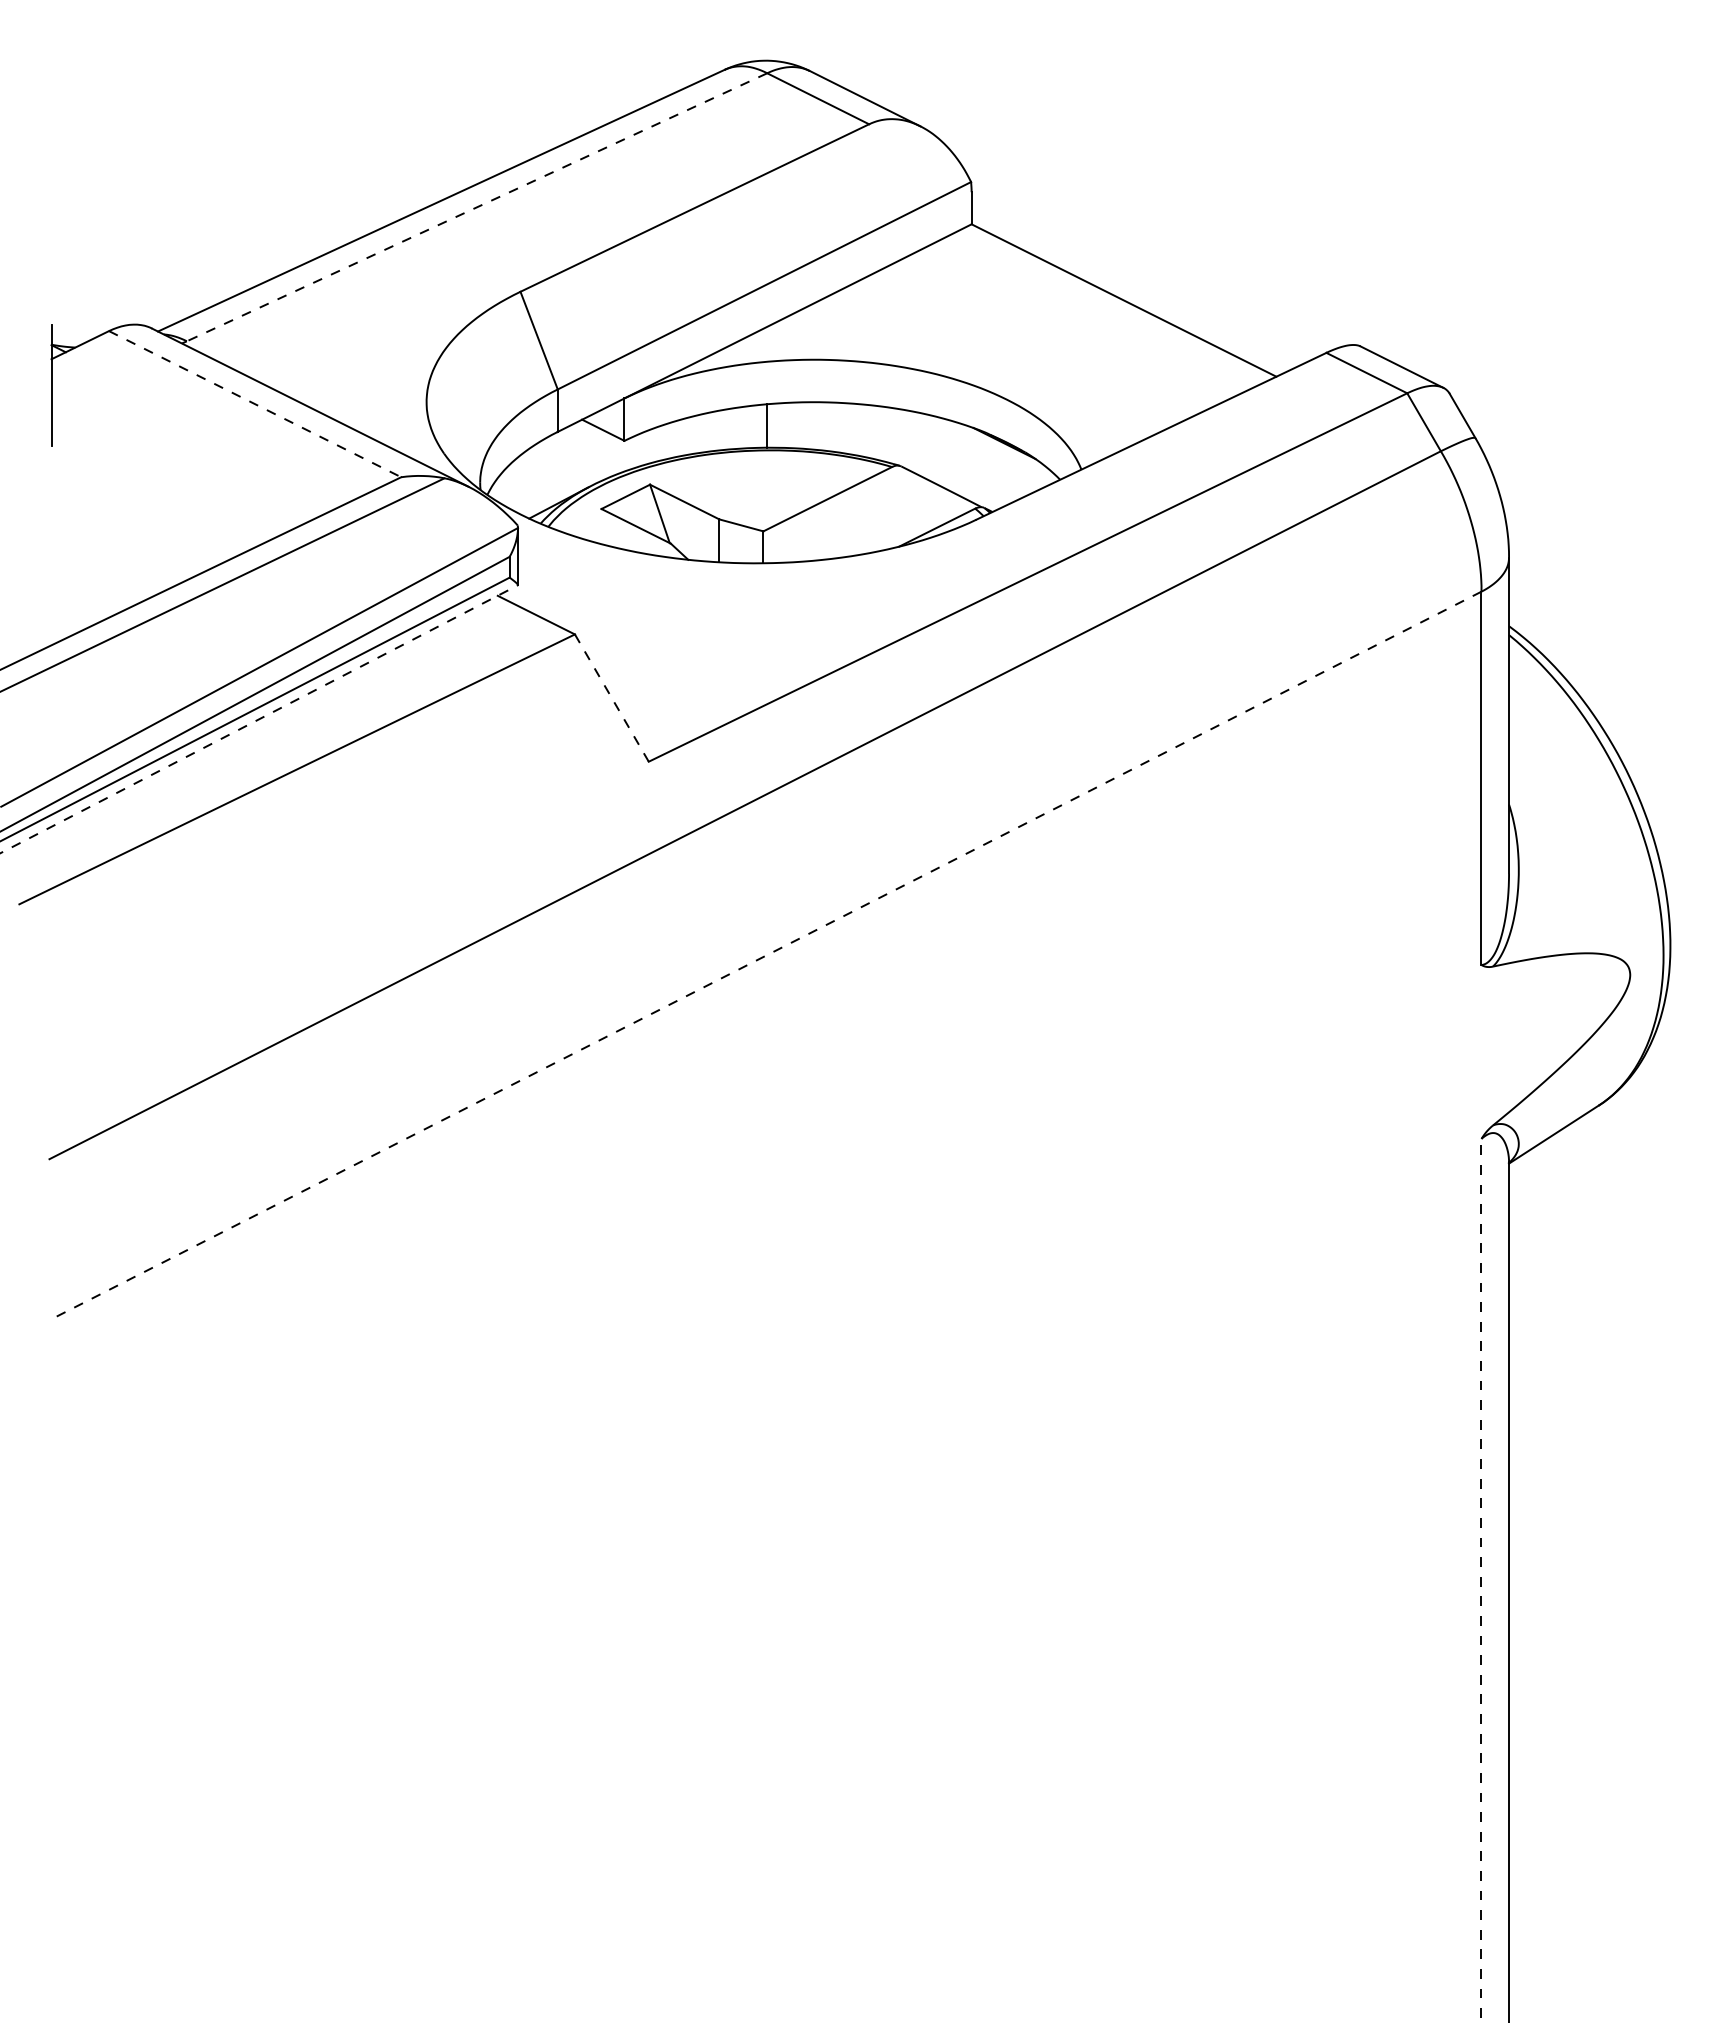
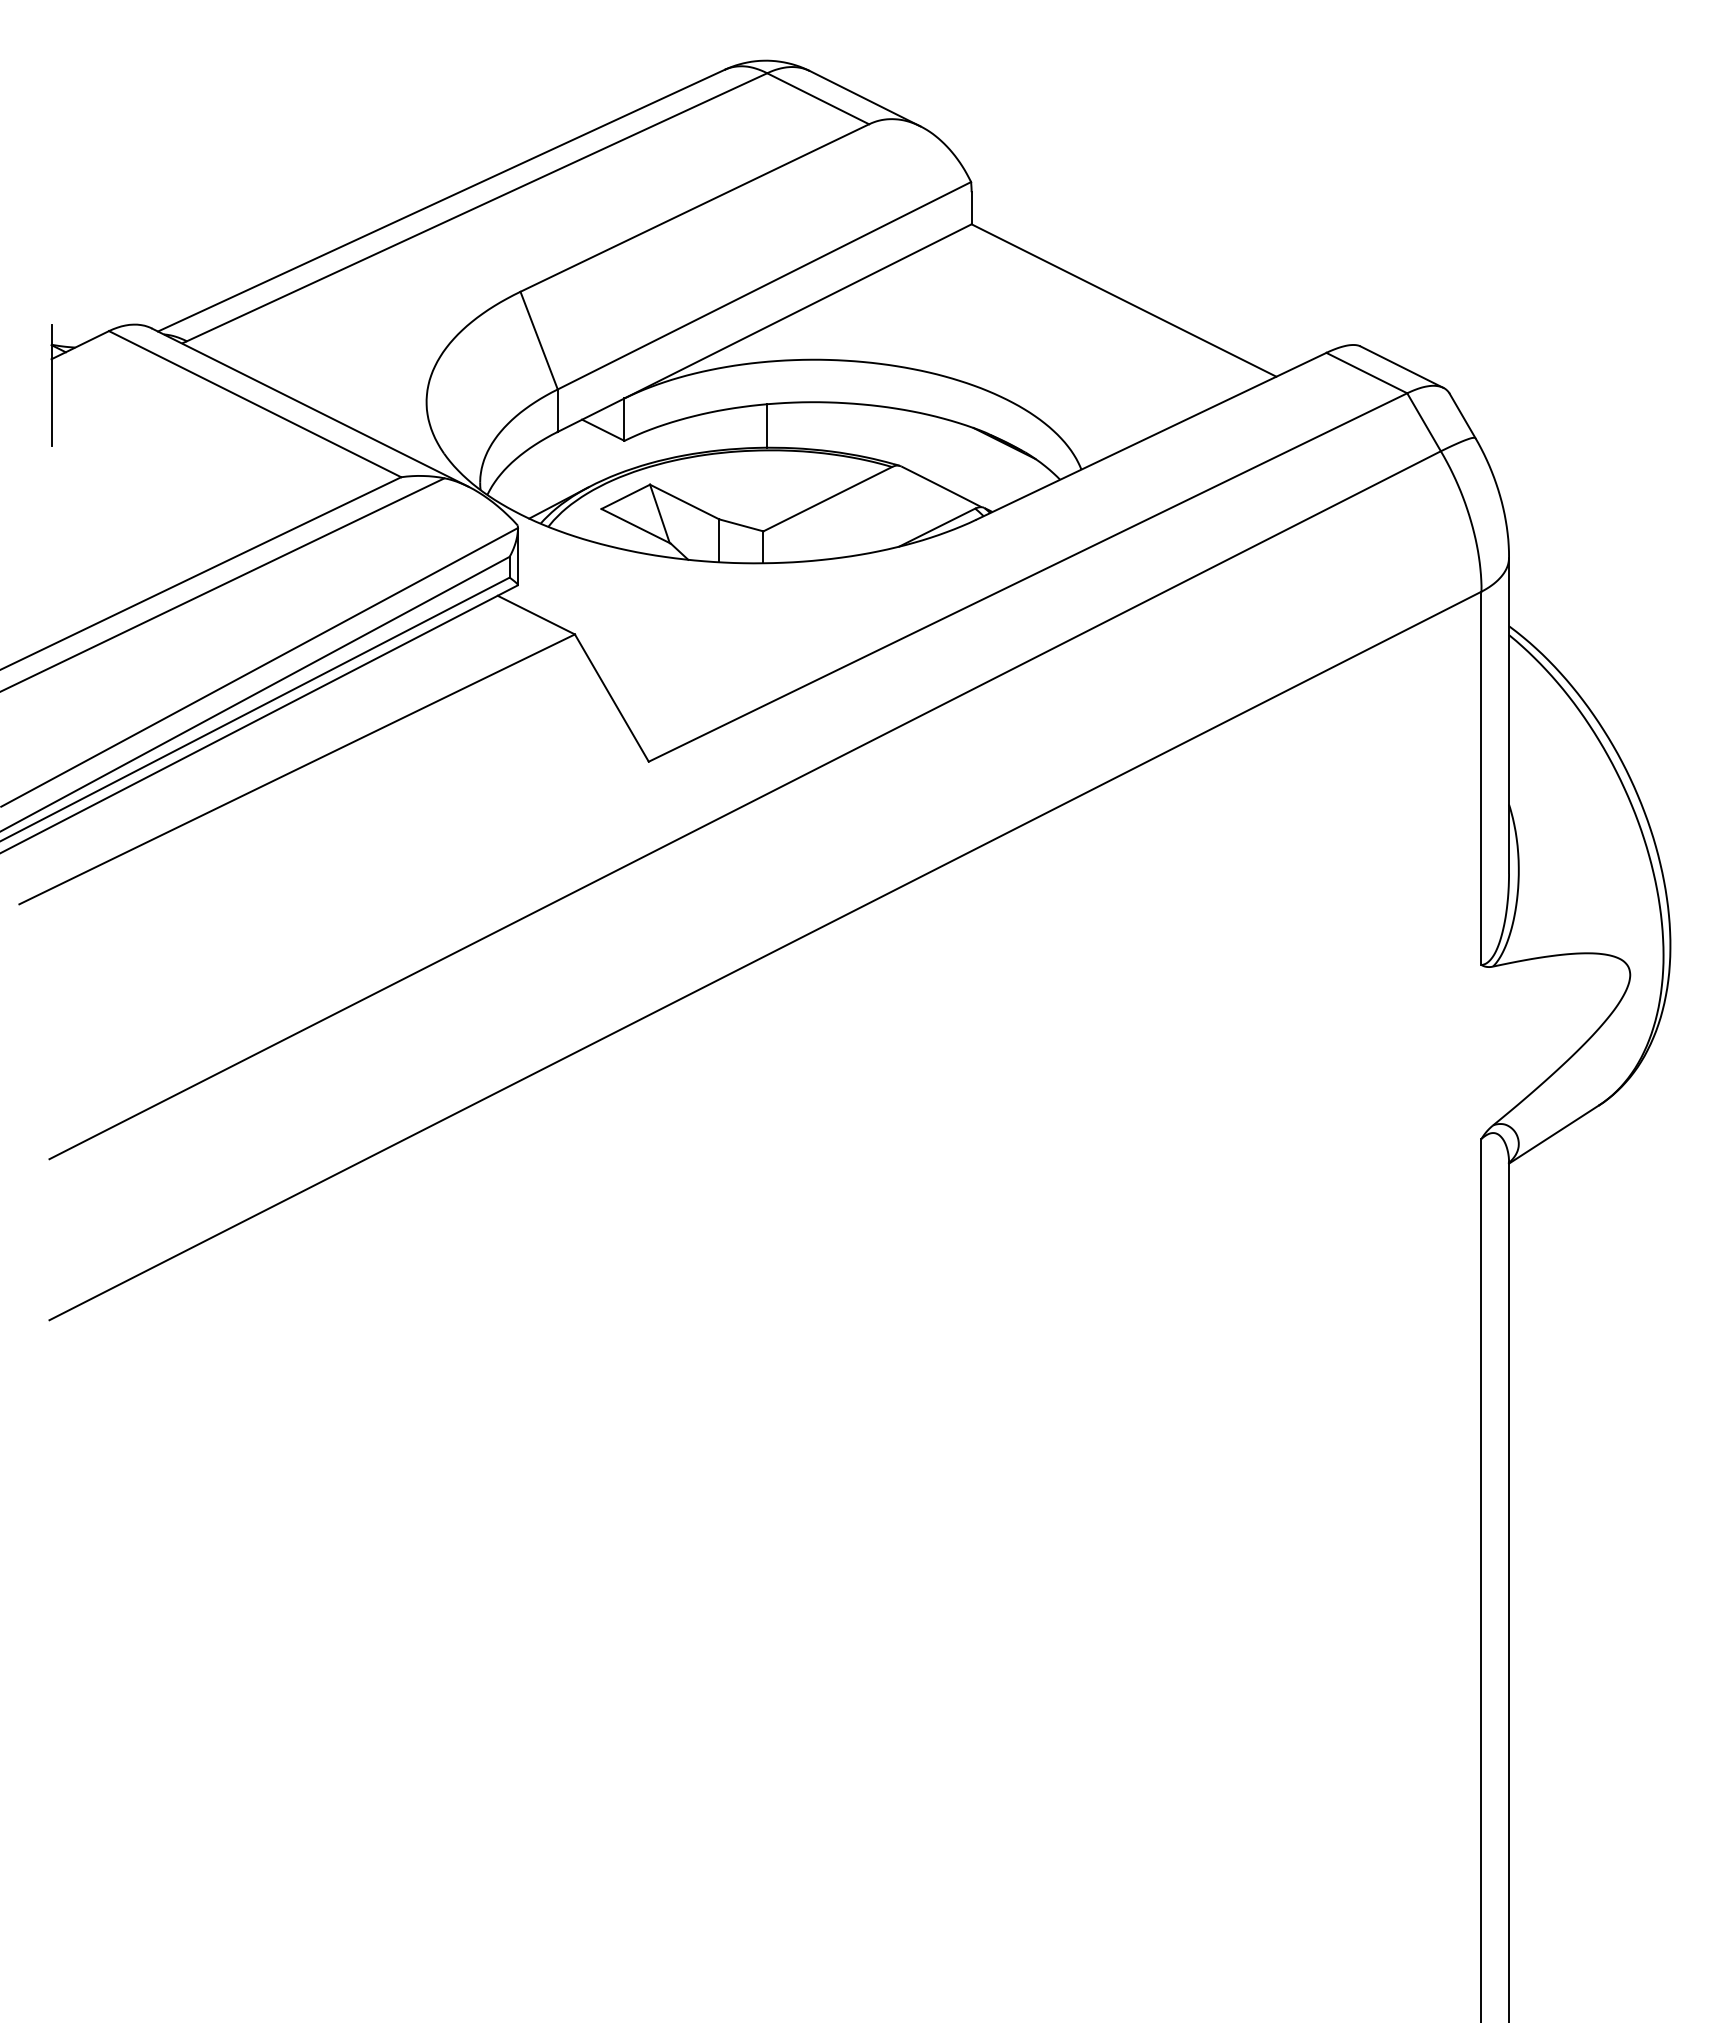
line at (477, 207): dashed -> solid
line at (255, 404): dashed -> solid
line at (611, 698): dashed -> solid
line at (259, 719): dashed -> solid
line at (765, 956): dashed -> solid
line at (1481, 1580): dashed -> solid
